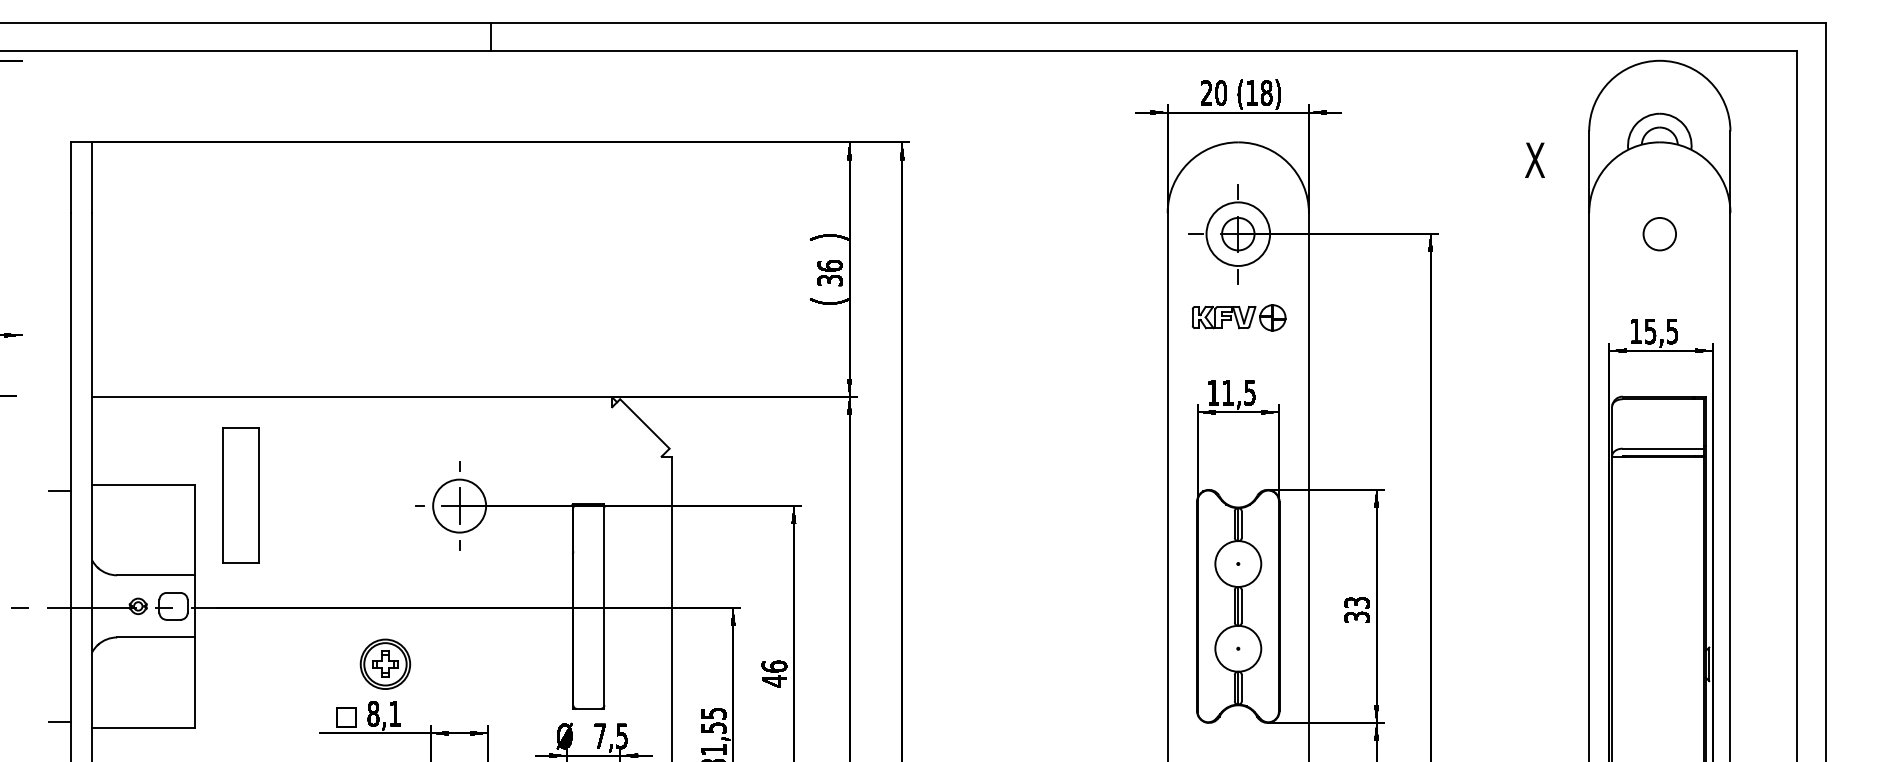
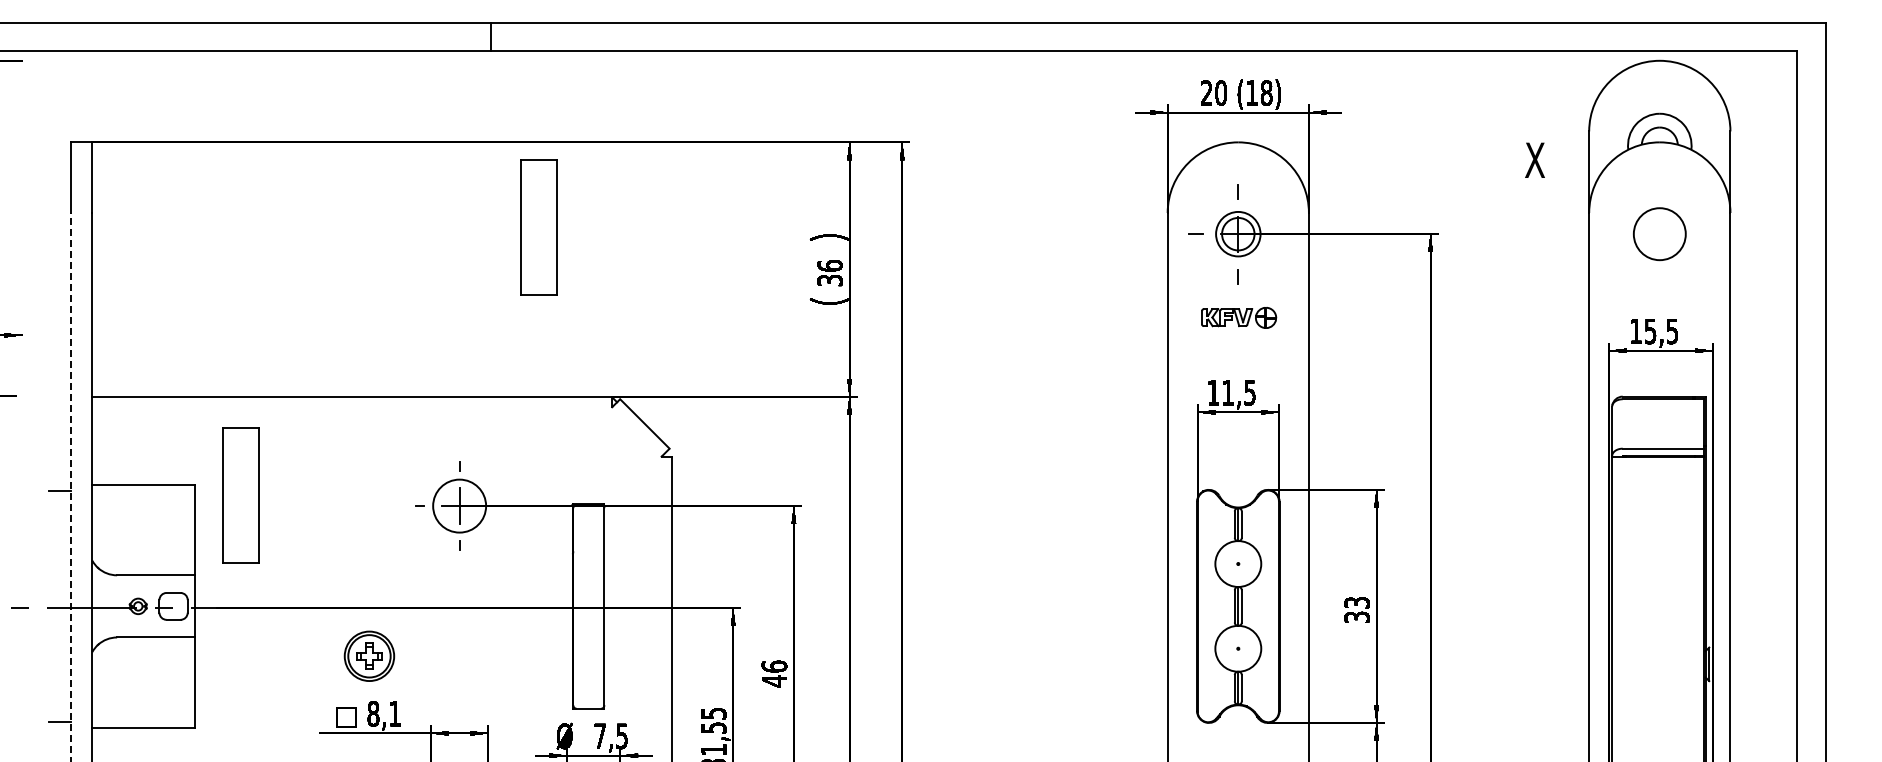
part at (538, 227): none -> present
circle at (1238, 233) diameter: 64 px -> 44 px
circle at (1659, 233) diameter: 32 px -> 52 px
part at (1238, 317) size: 96x28 px -> 77x22 px
line at (71, 486): solid -> dashed
part at (385, 663) position: (385, 663) -> (369, 655)
